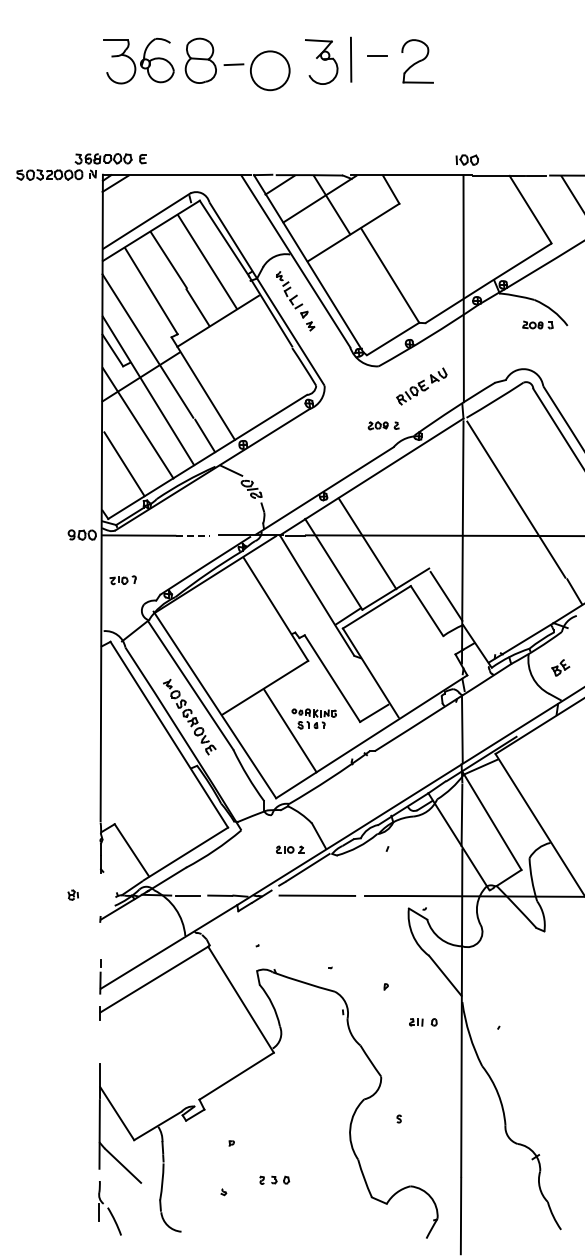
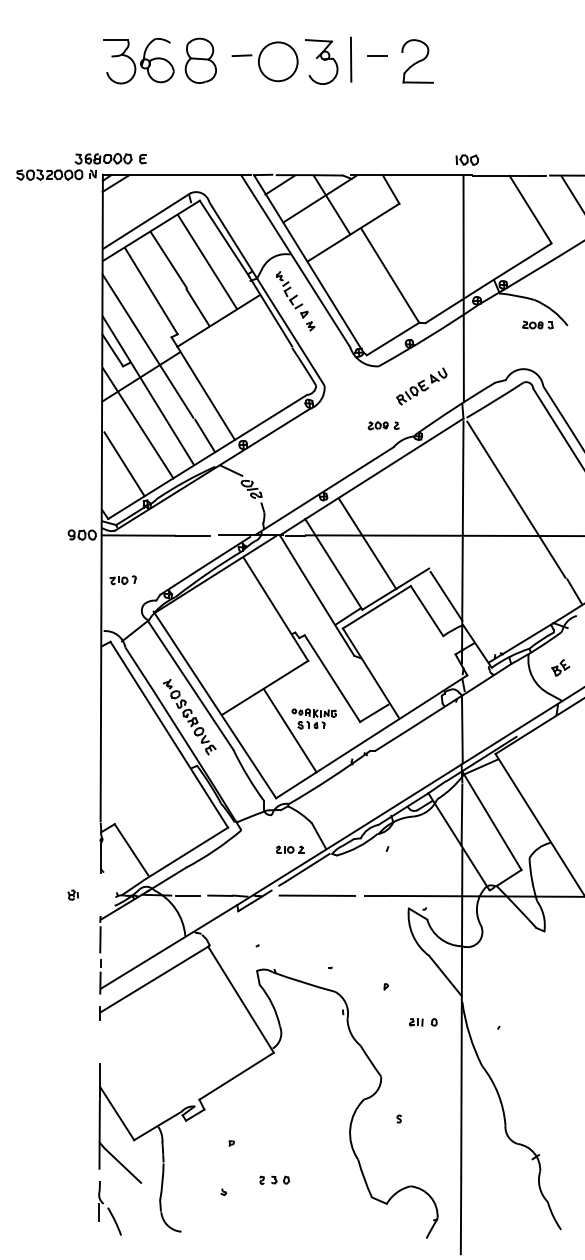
part at (256, 70) position: (256, 70) -> (264, 61)
line at (193, 535): dashed -> solid
line at (100, 939): none -> present
